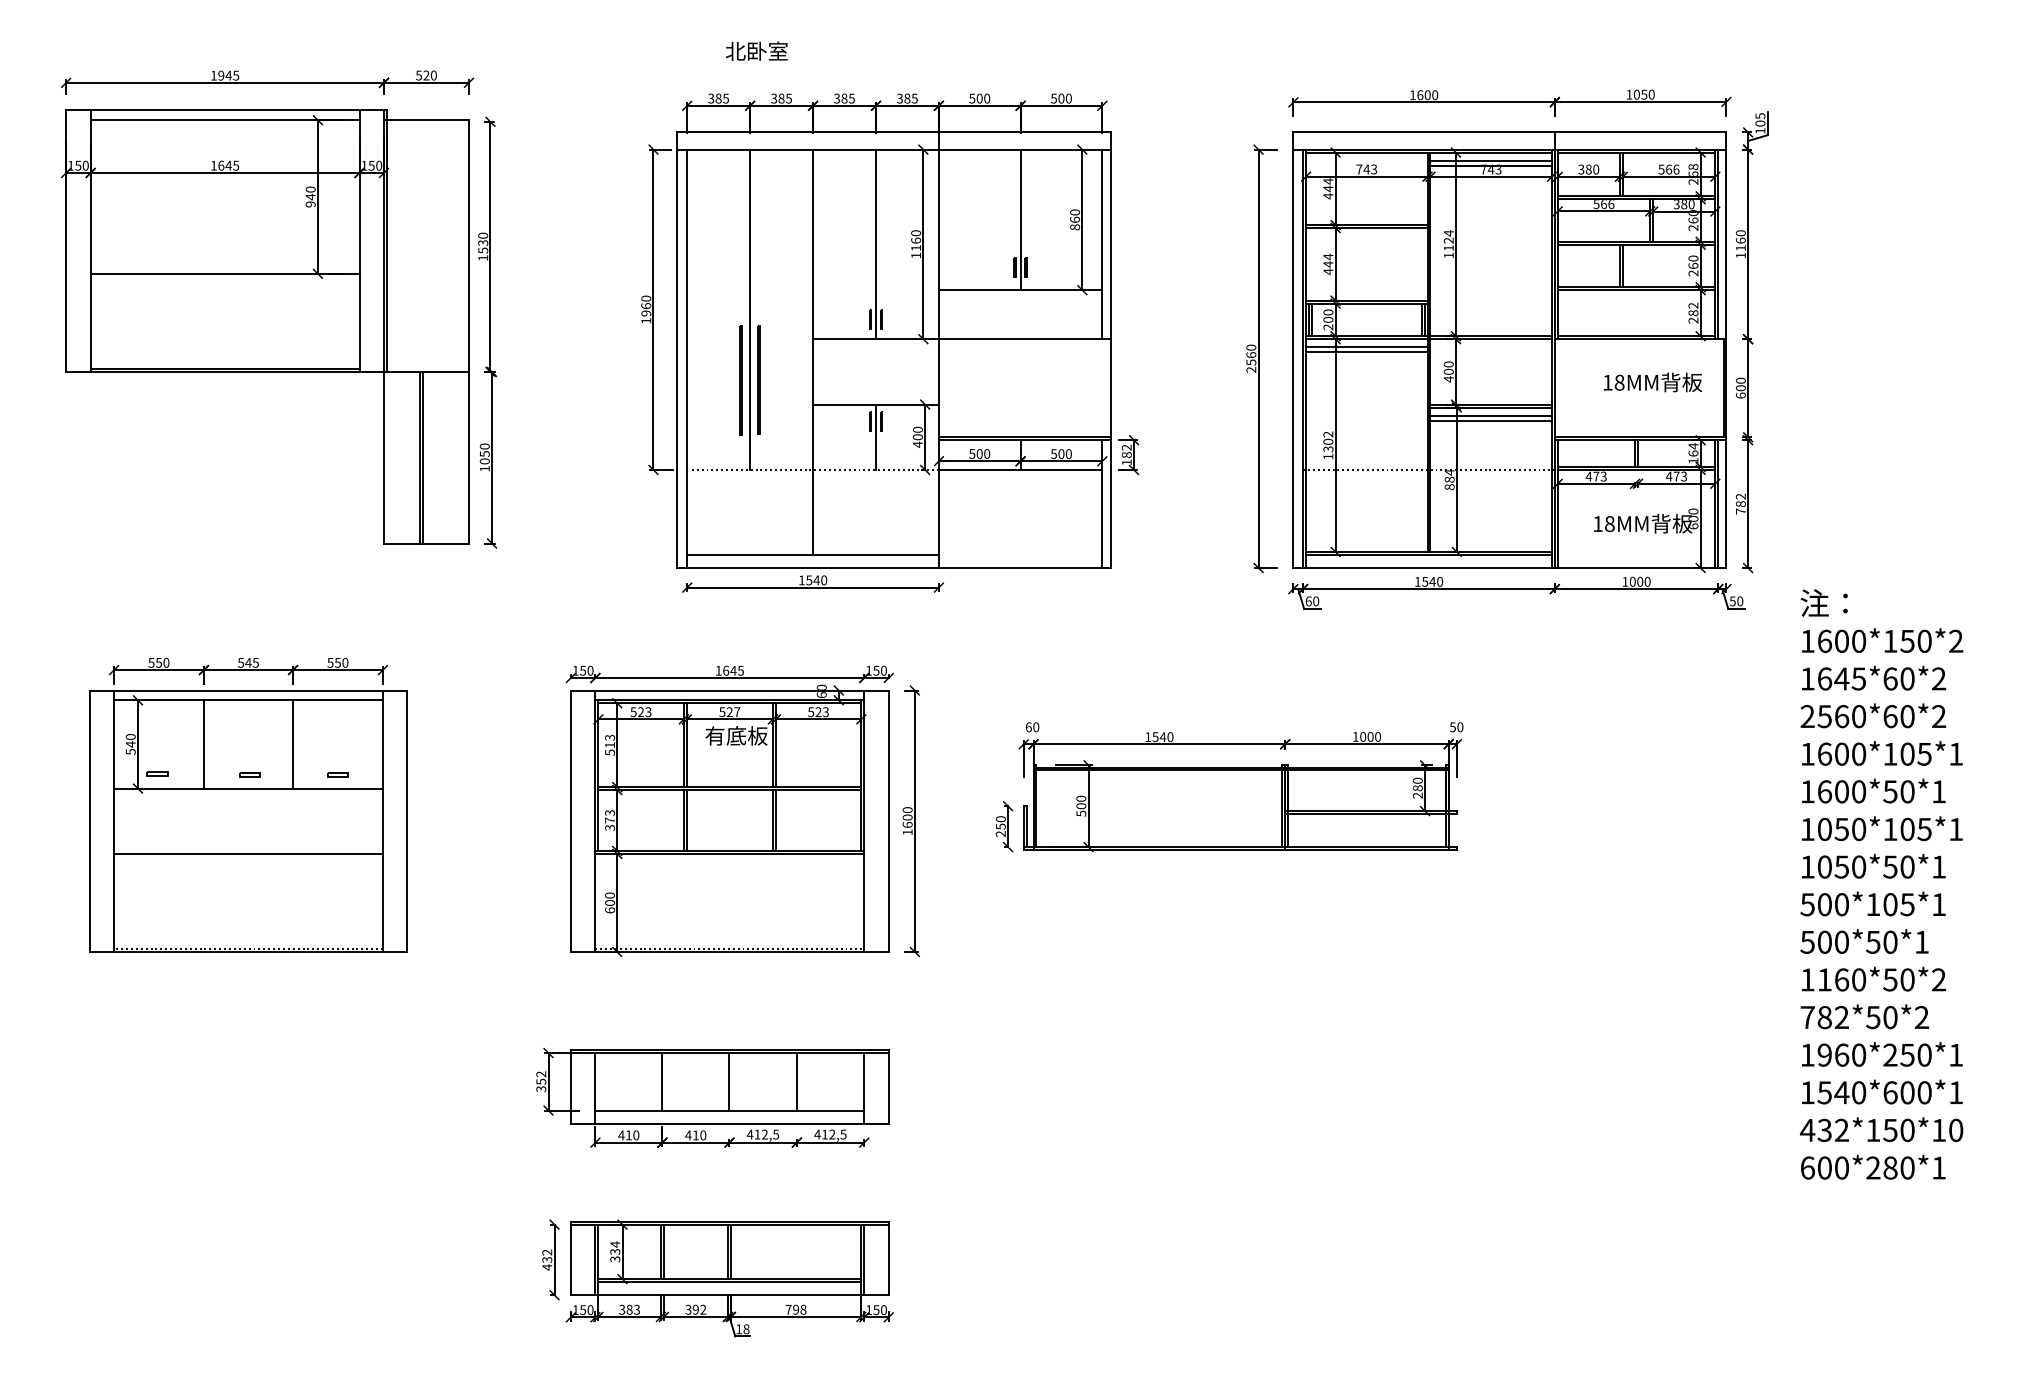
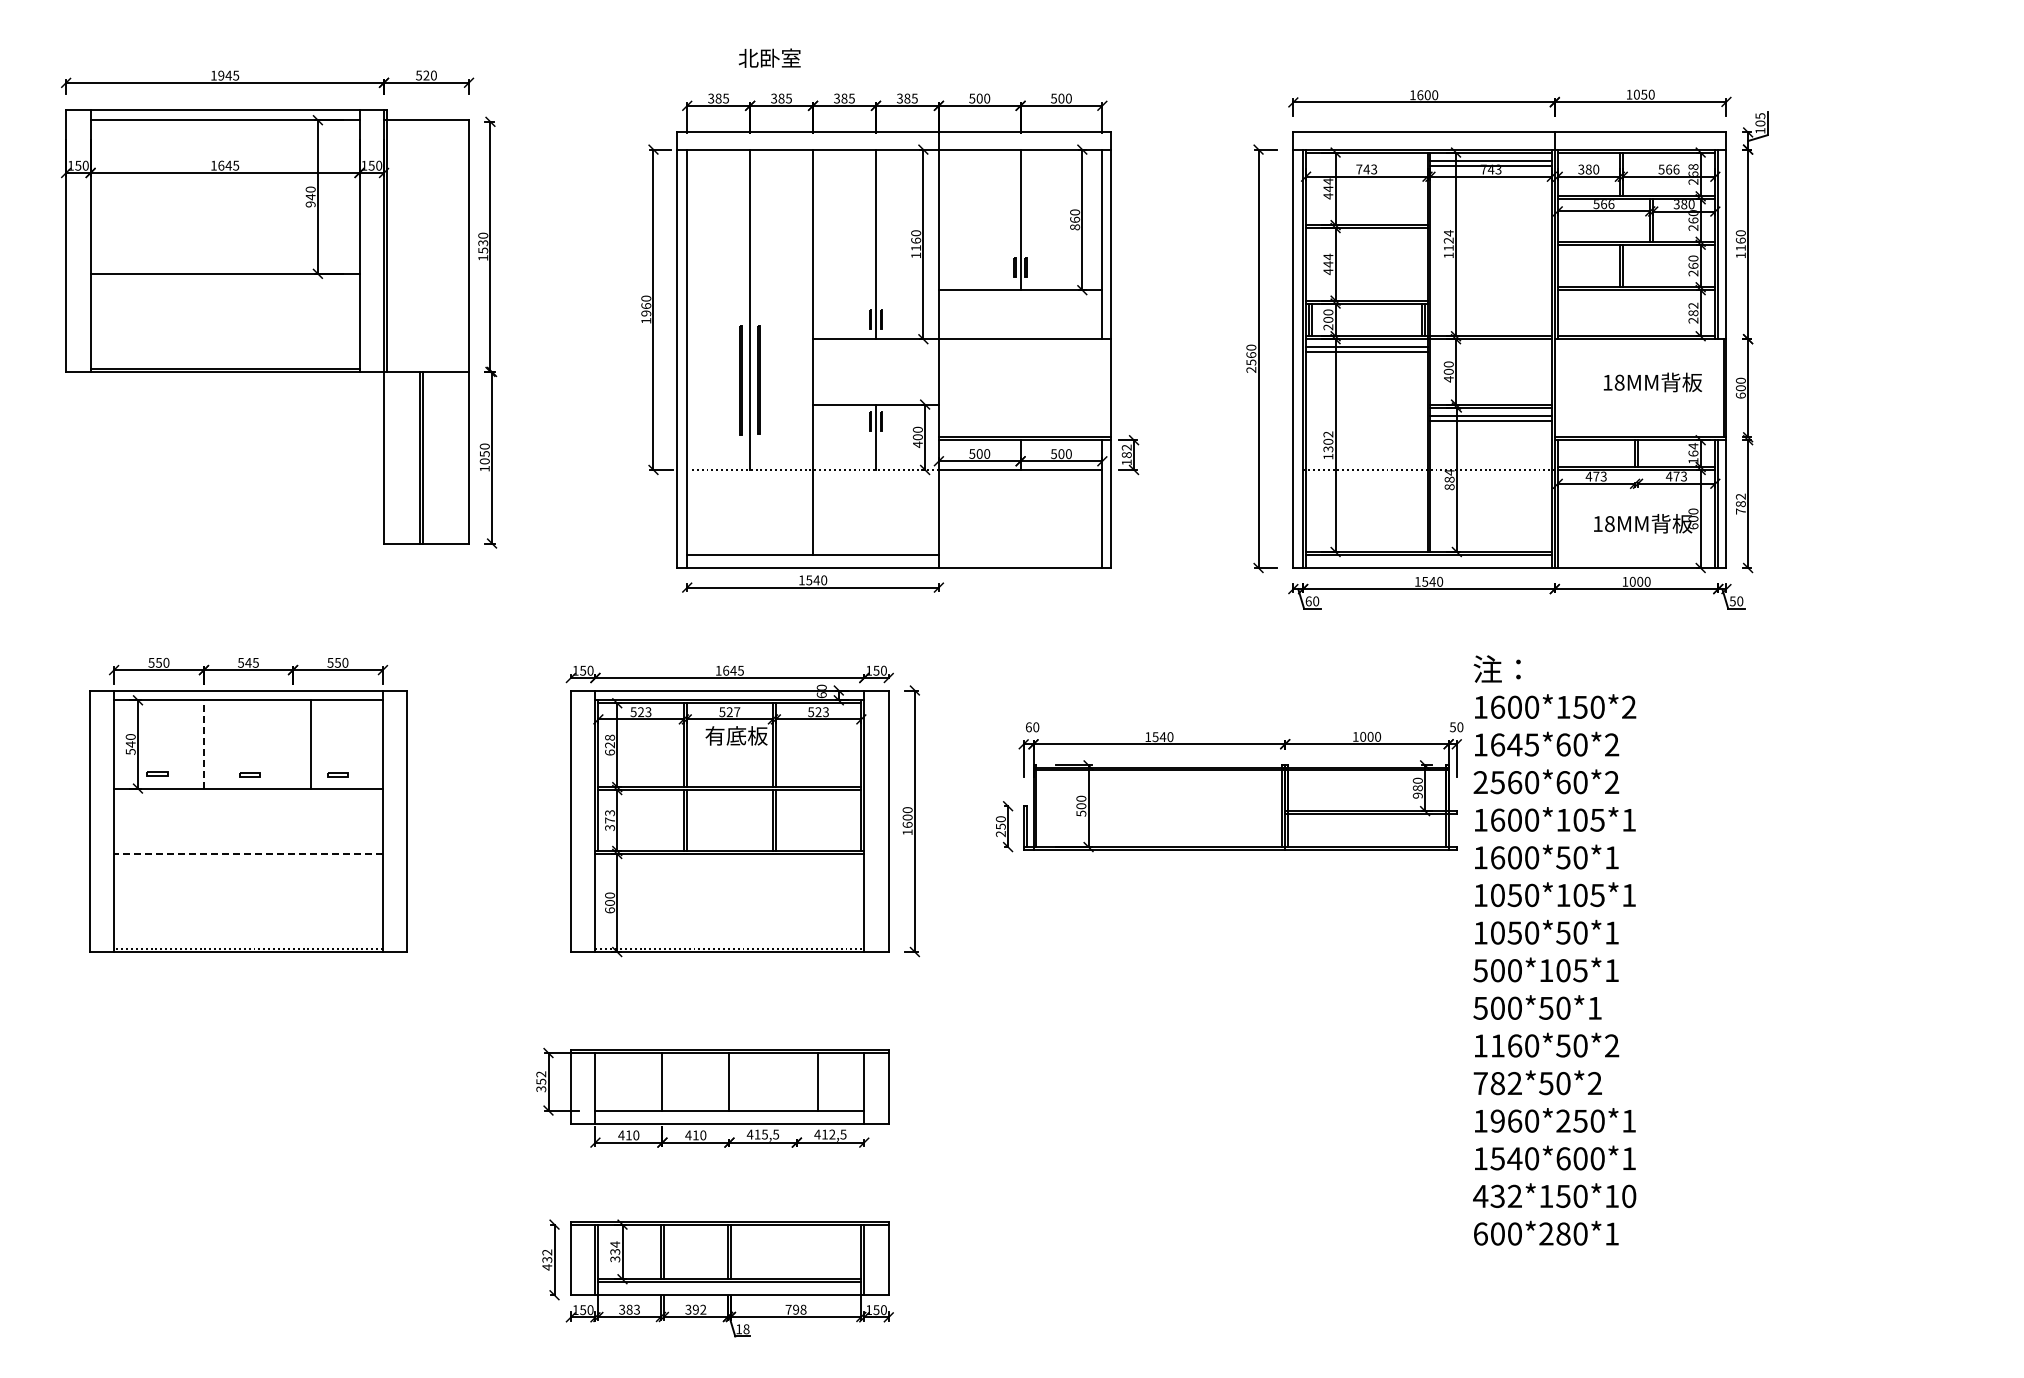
text at (756, 50) position: (756, 50) -> (769, 57)
line at (204, 743): solid -> dashed
line at (293, 744) position: (293, 744) -> (311, 744)
text at (609, 744): 513 -> 628
text at (1417, 795): 280 -> 980
line at (248, 853): solid -> dashed
text at (1881, 884) position: (1881, 884) -> (1554, 950)
line at (796, 1081) position: (796, 1081) -> (817, 1081)
text at (764, 1134): 412,5 -> 415,5
